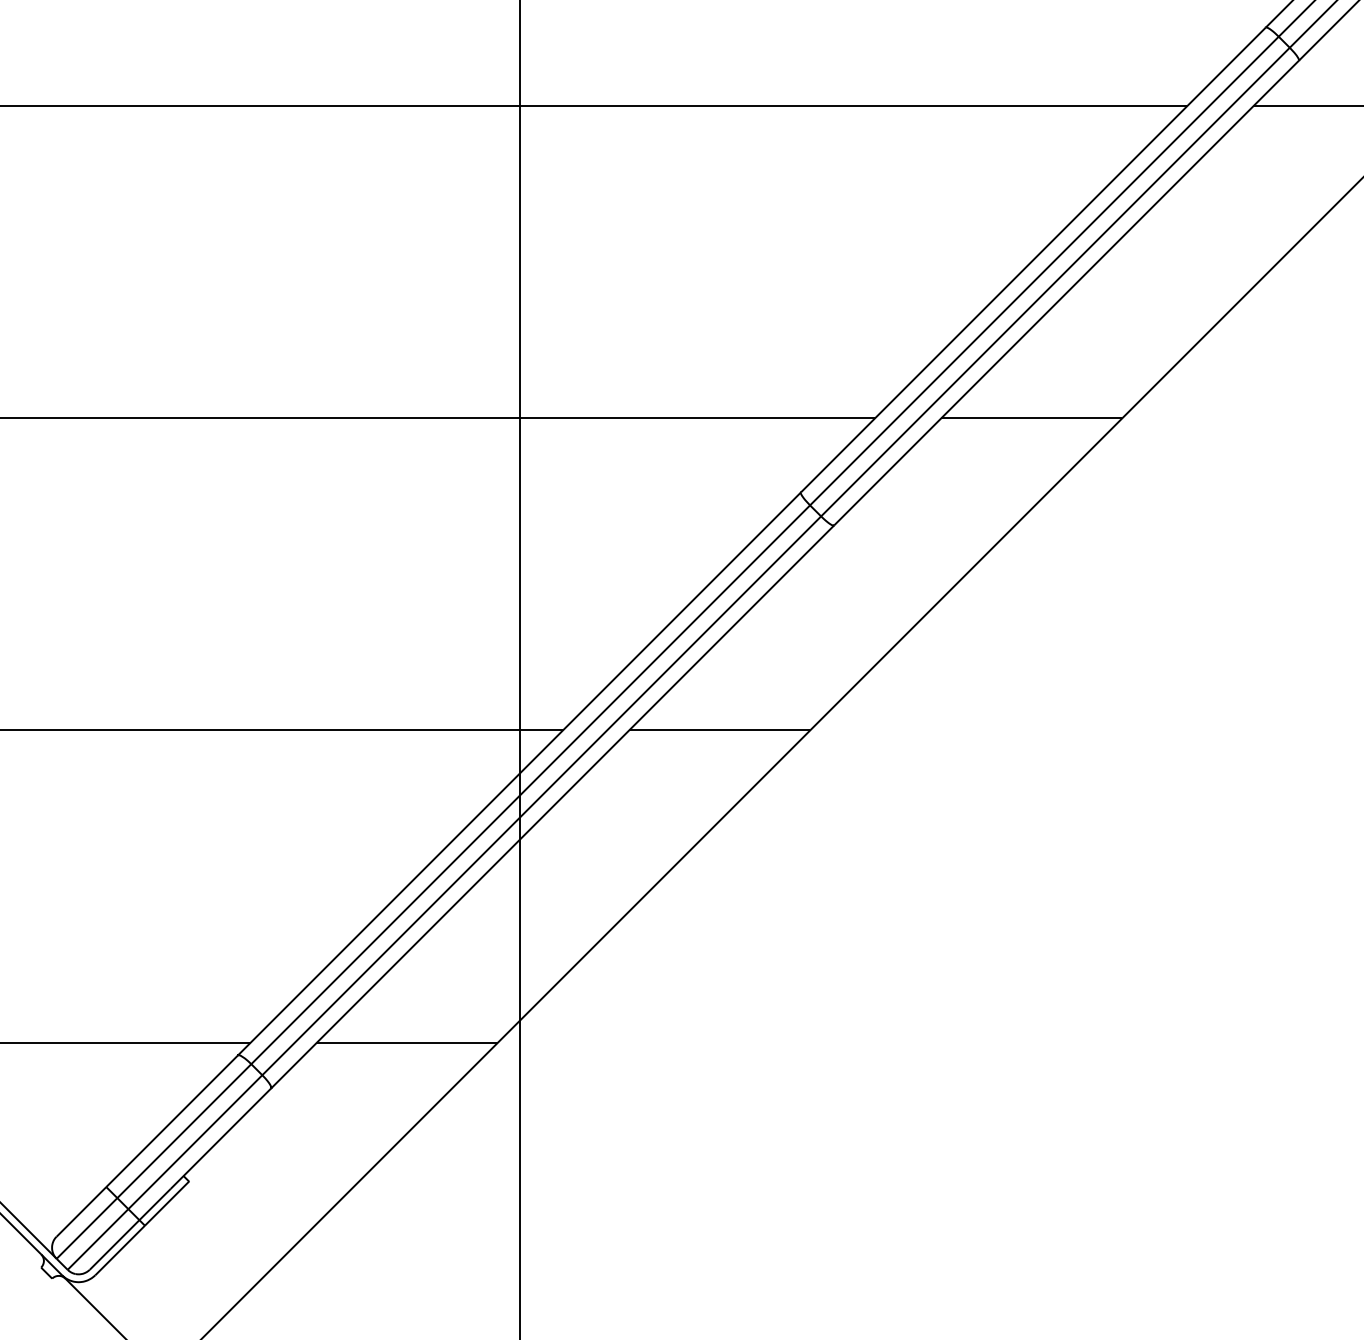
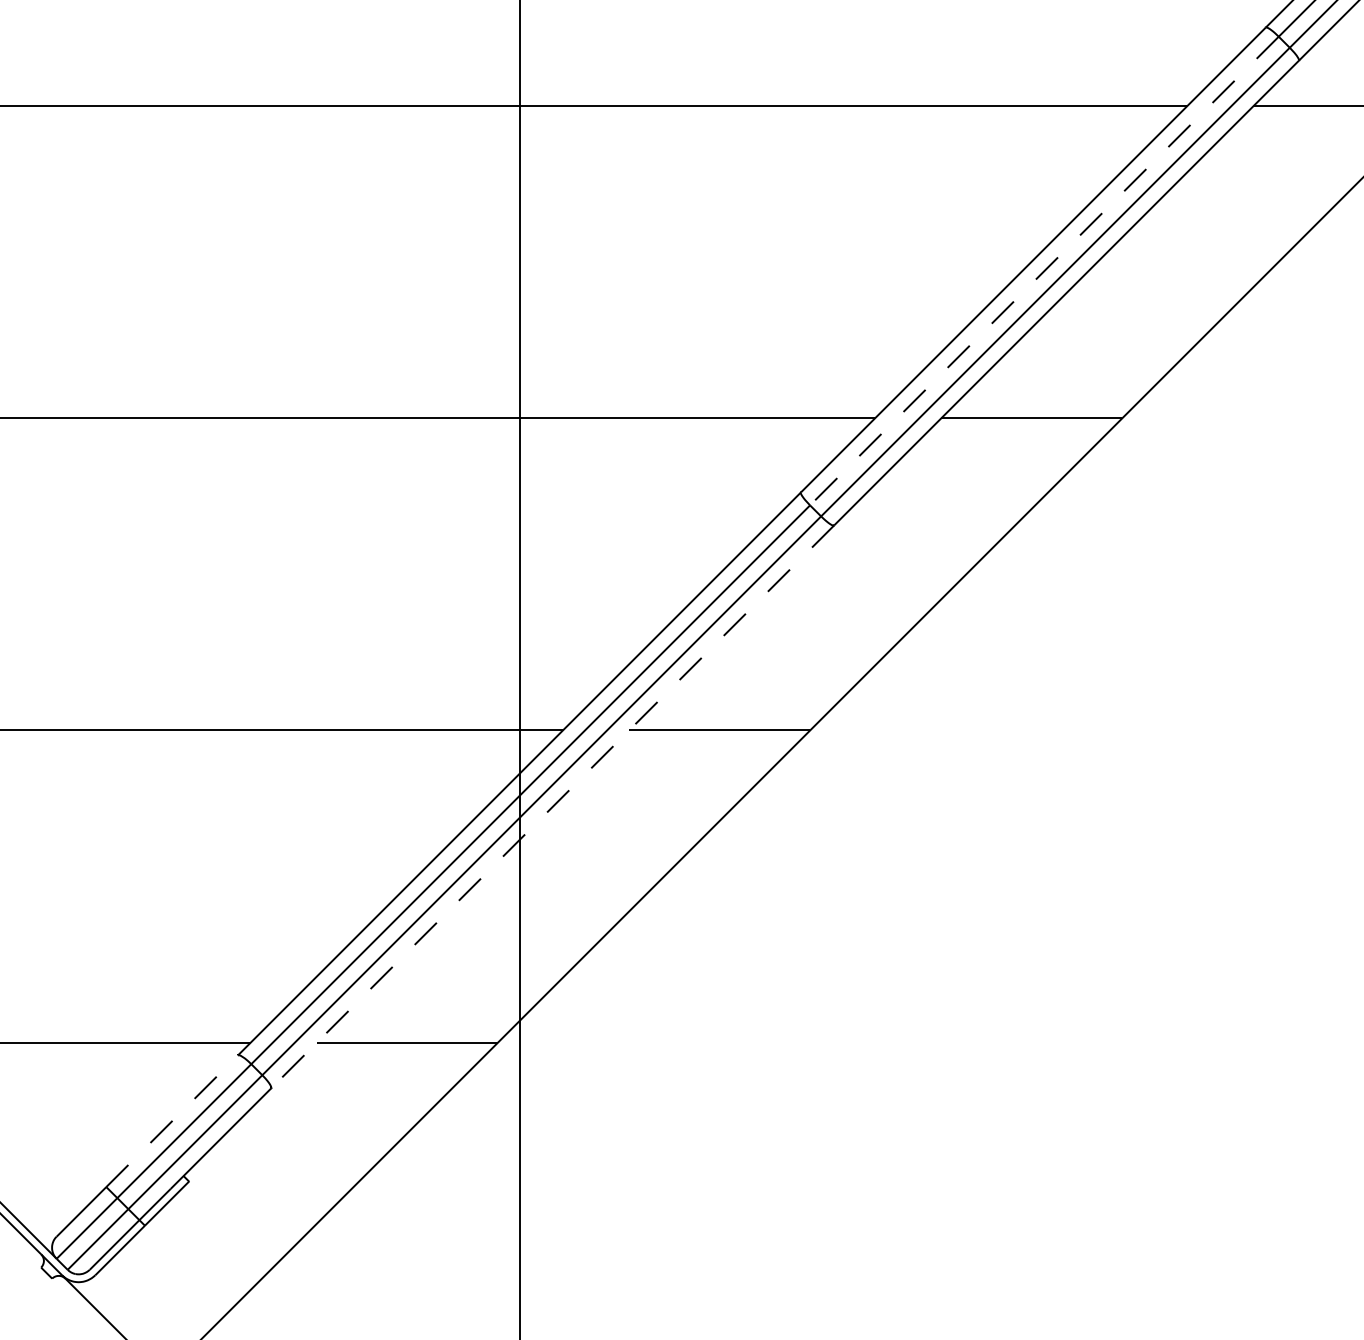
line at (1044, 271): solid -> dashed
line at (552, 807): solid -> dashed
line at (172, 1120): solid -> dashed
